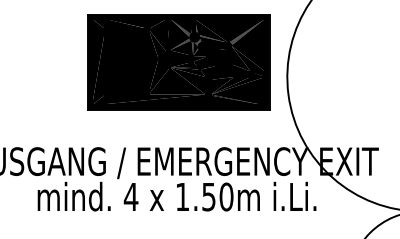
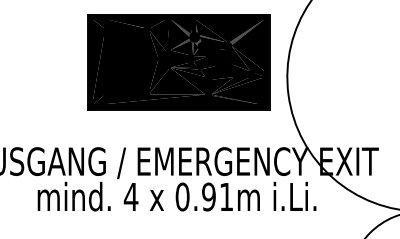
text at (204, 196): 1.50m -> 0.91m
